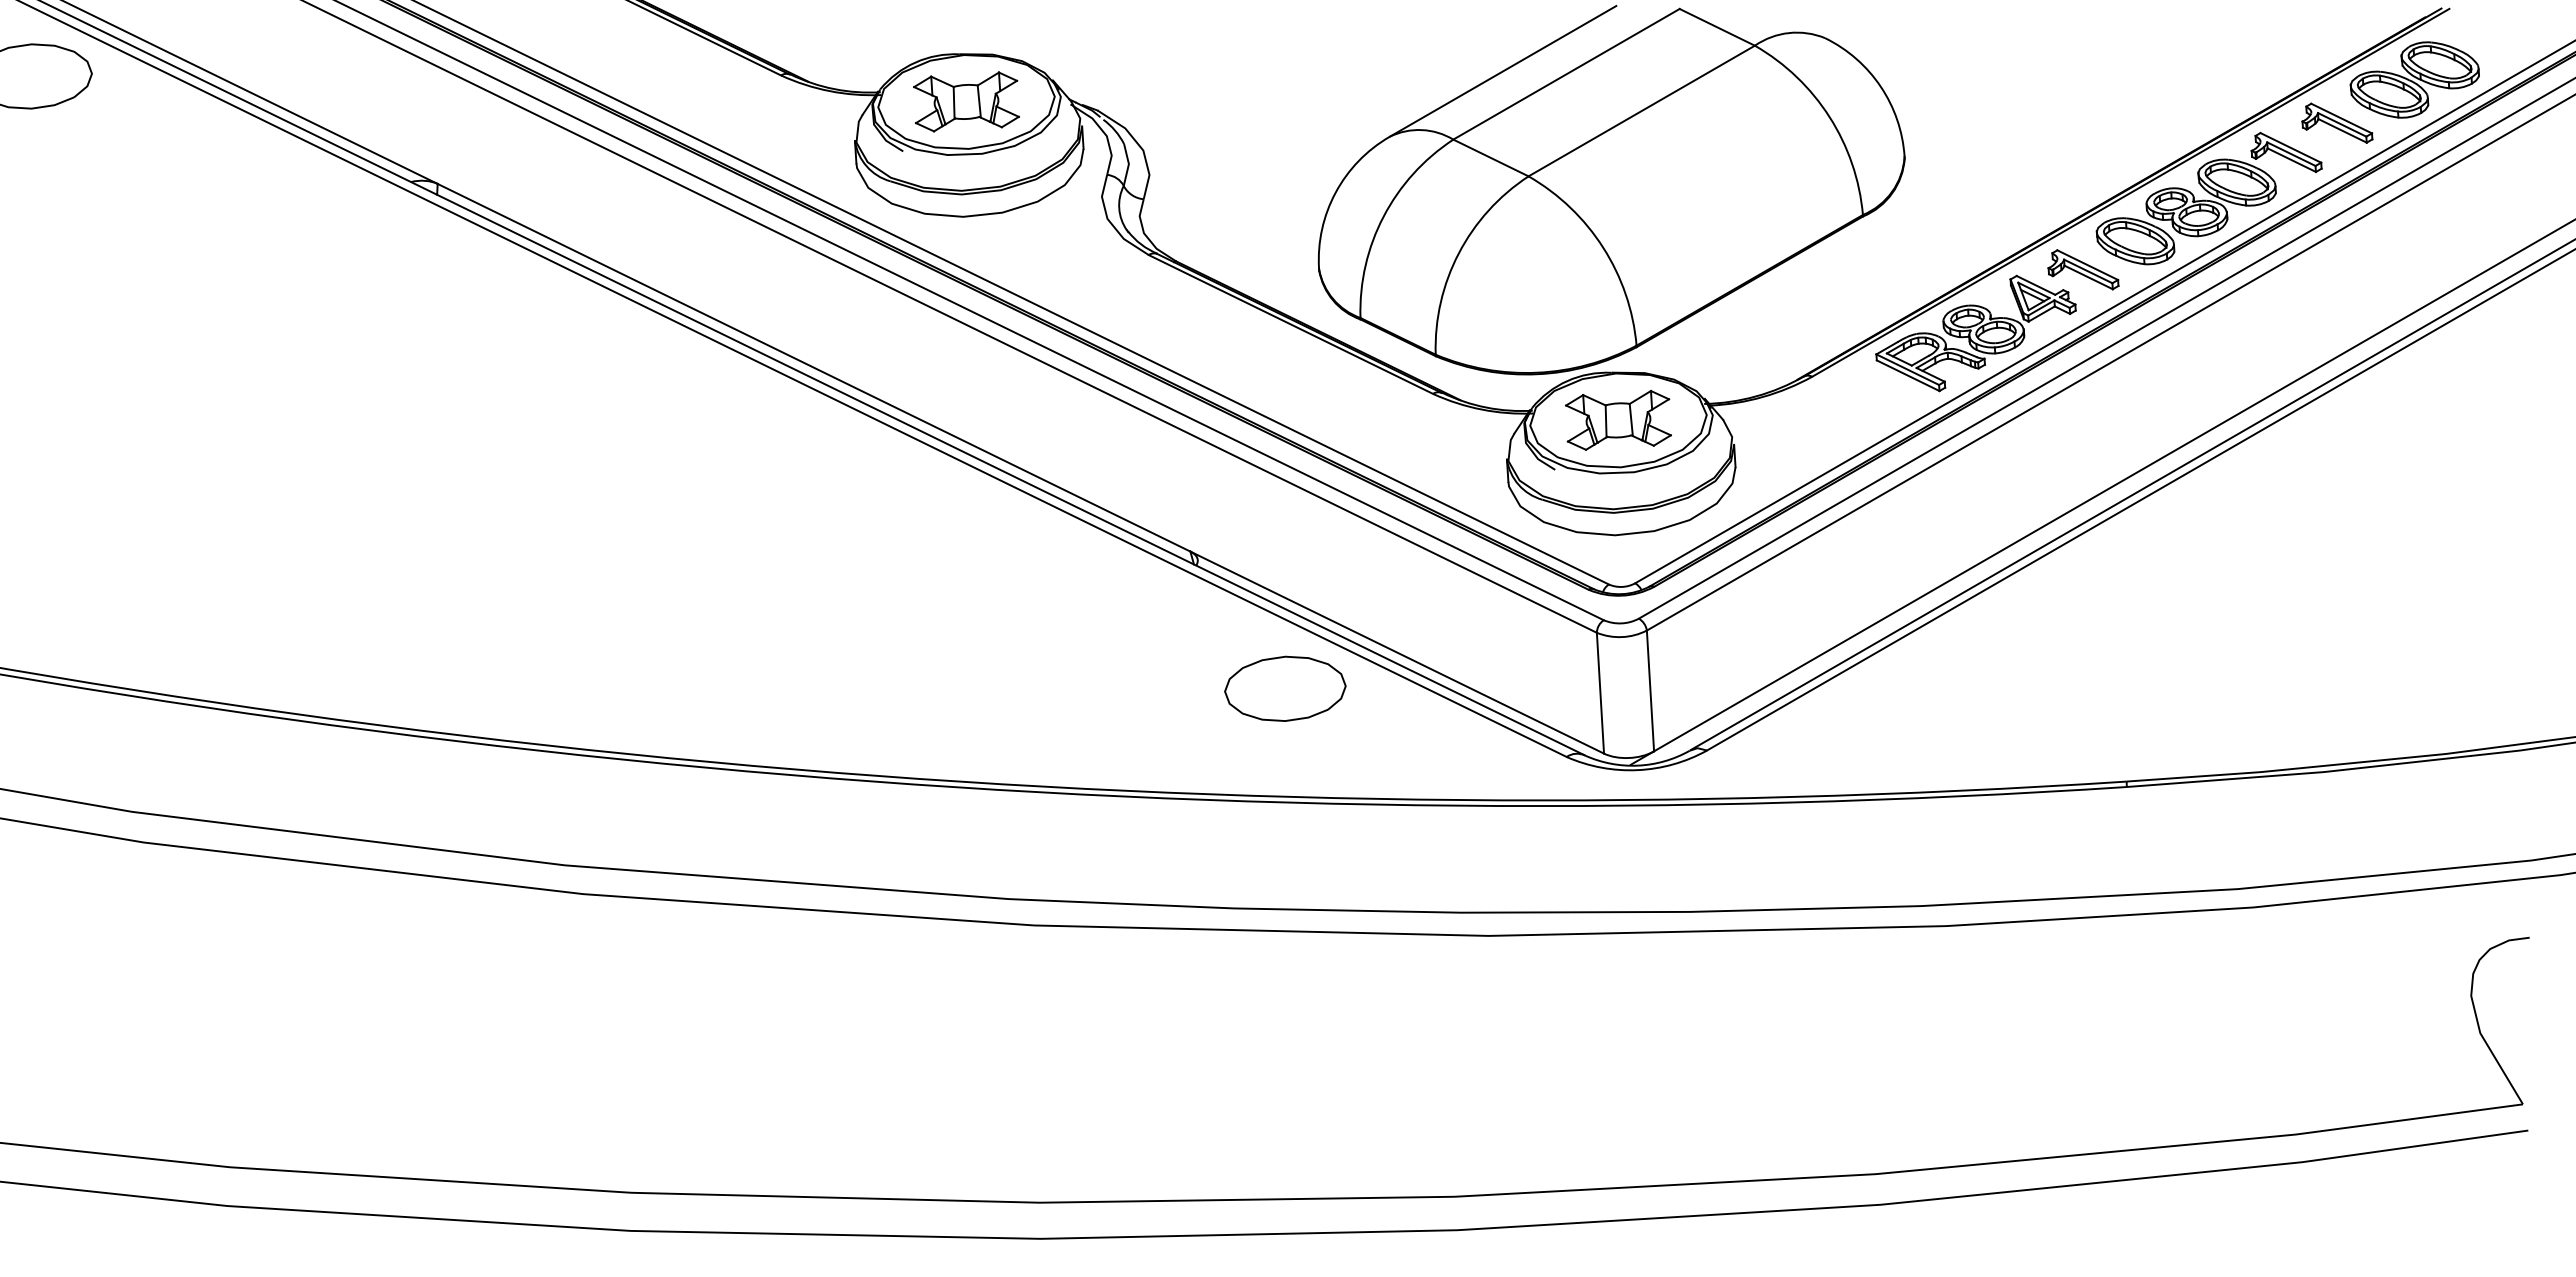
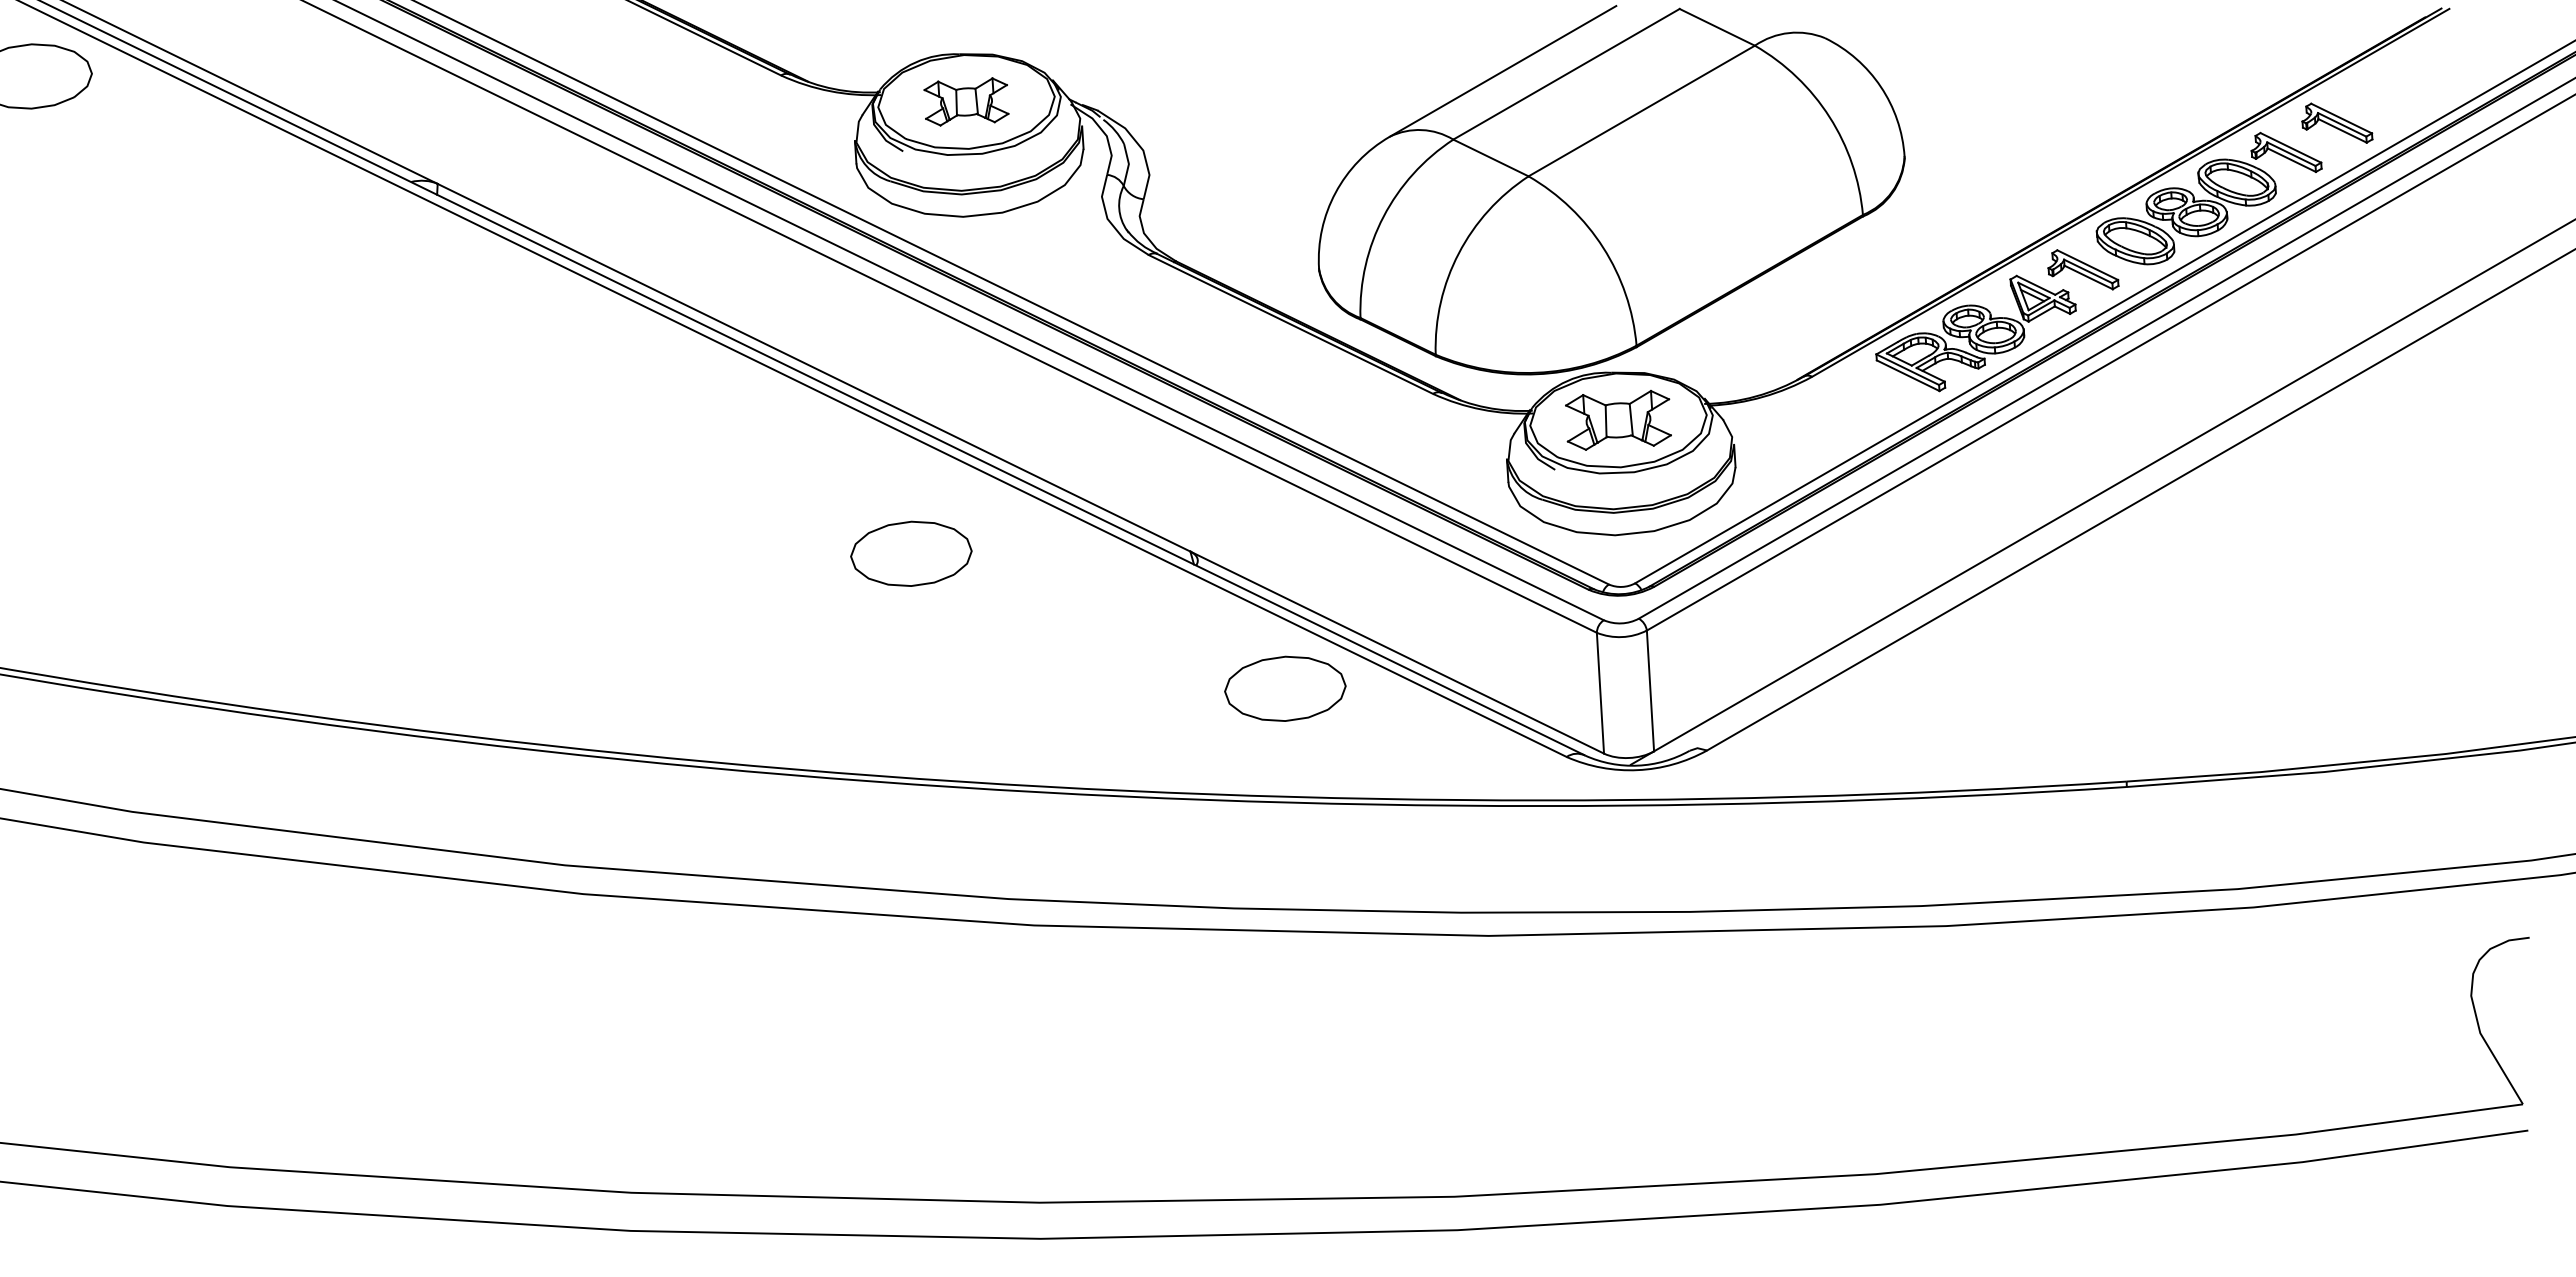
part at (2414, 79): present -> none
part at (966, 101) size: 107x62 px -> 87x50 px
line at (2131, 494): present -> none
part at (911, 553): none -> present
